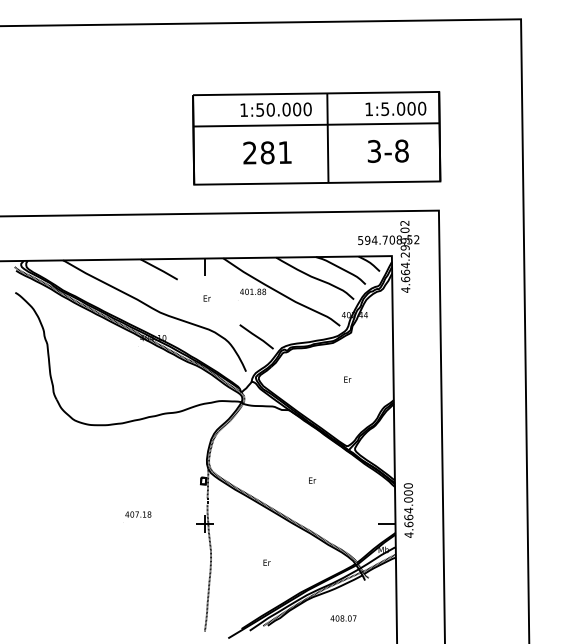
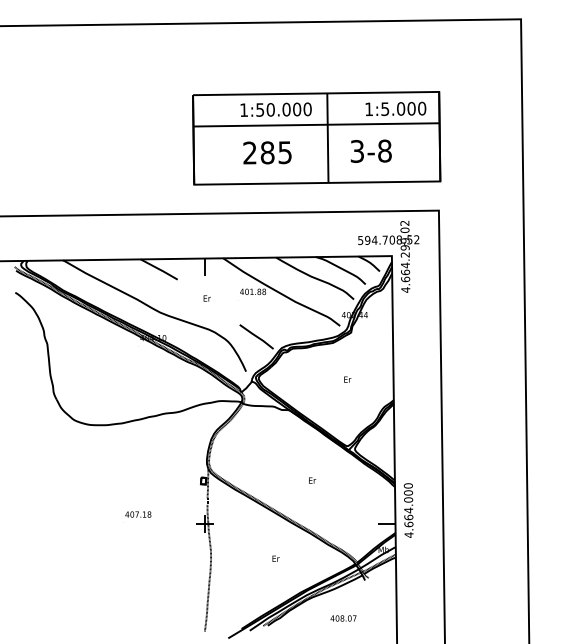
text at (387, 150) position: (387, 150) -> (370, 150)
text at (284, 152): 281 -> 285
text at (266, 562) position: (266, 562) -> (275, 558)
